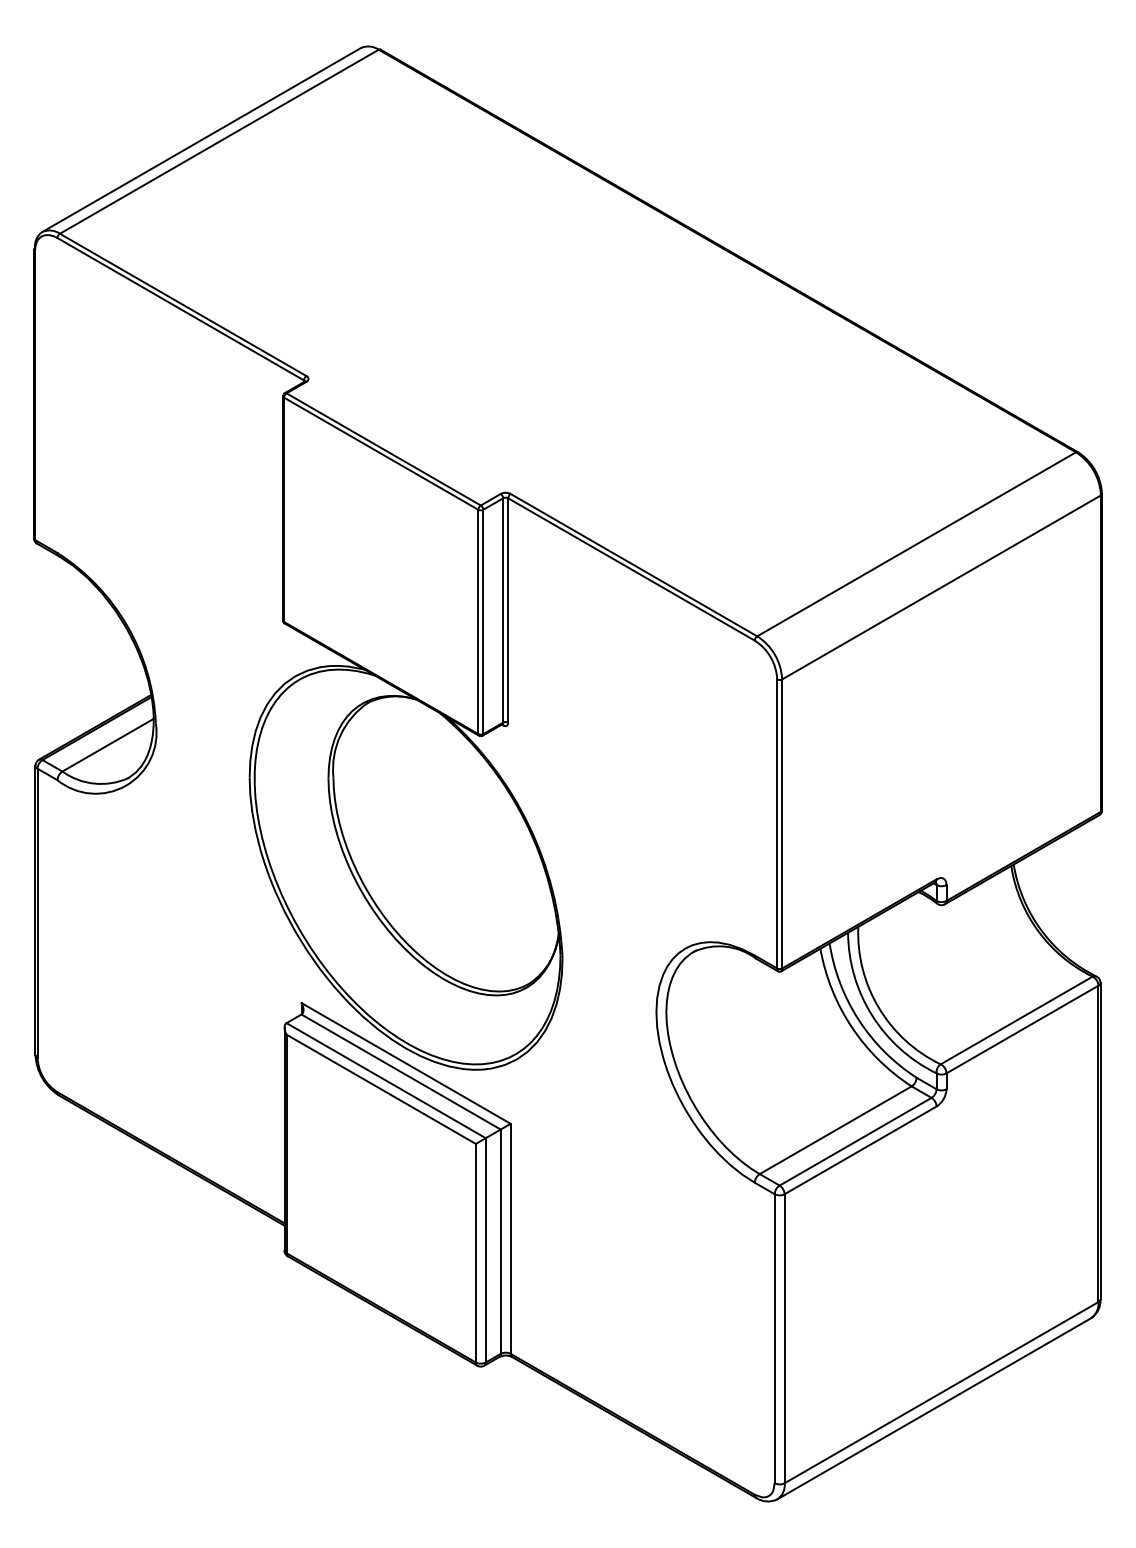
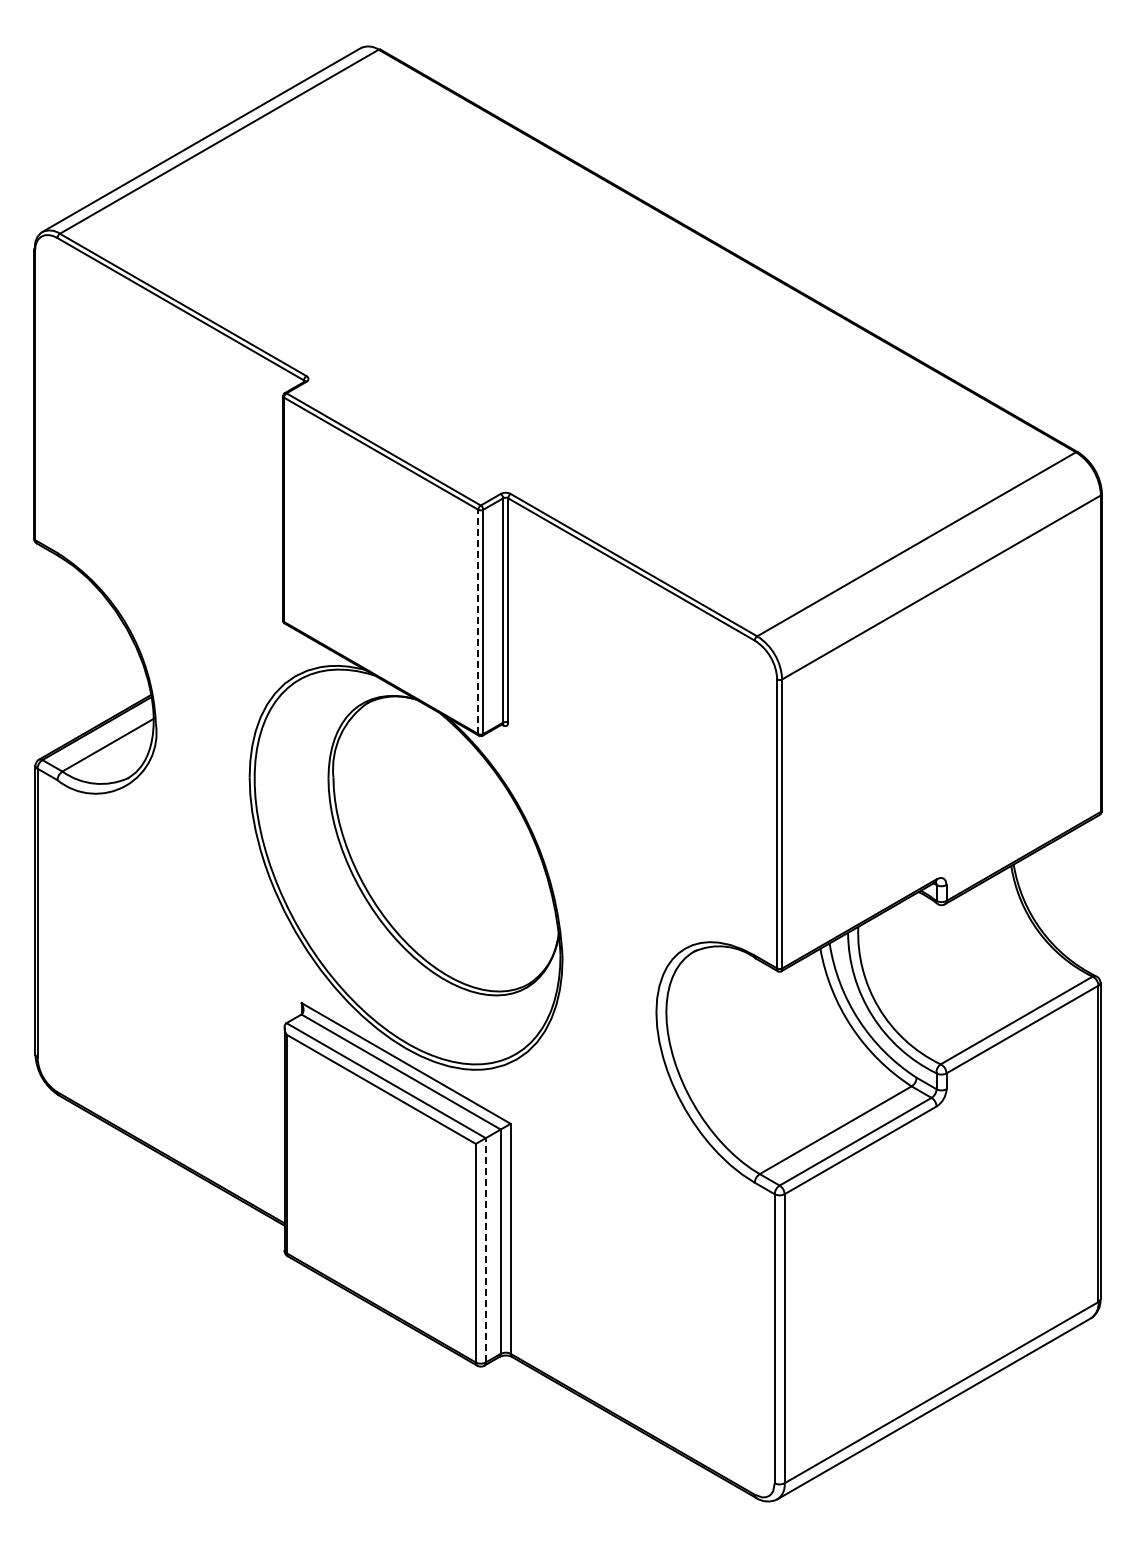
line at (478, 621): solid -> dashed
line at (485, 1249): solid -> dashed
